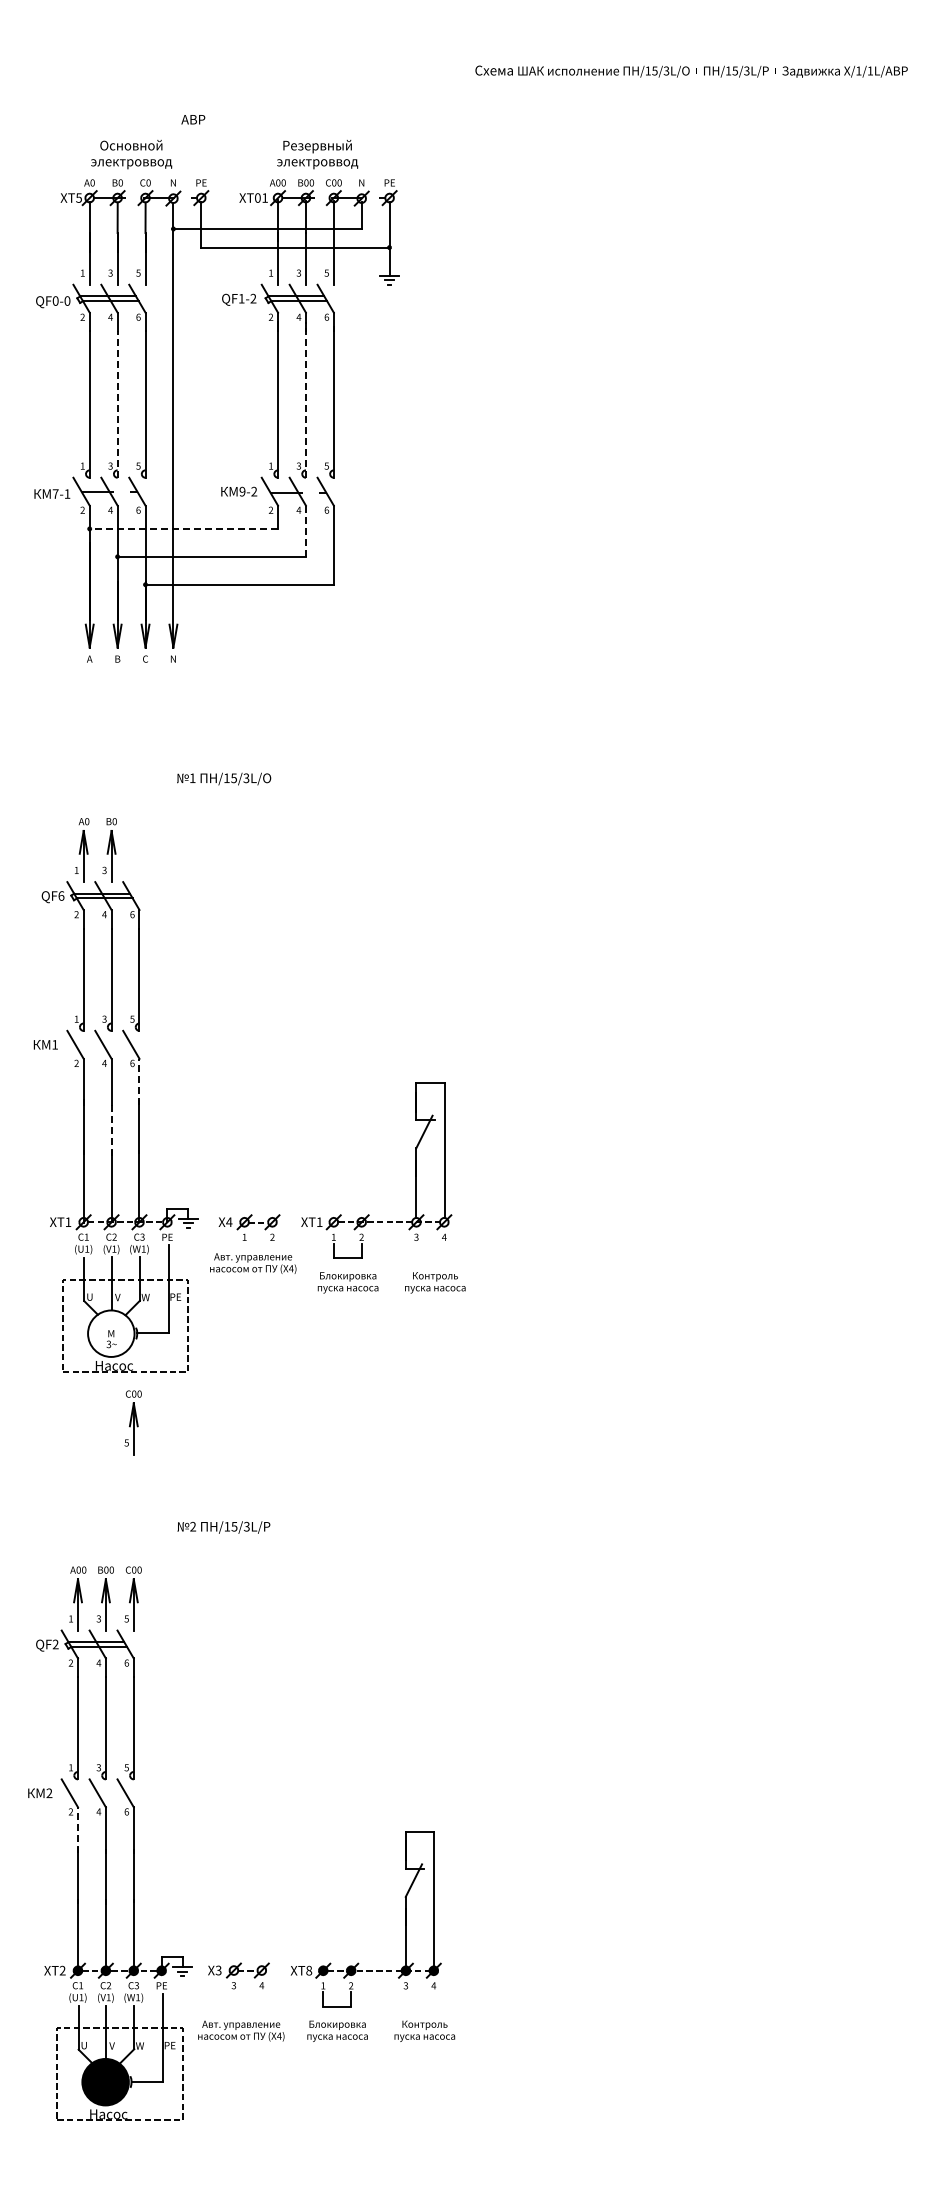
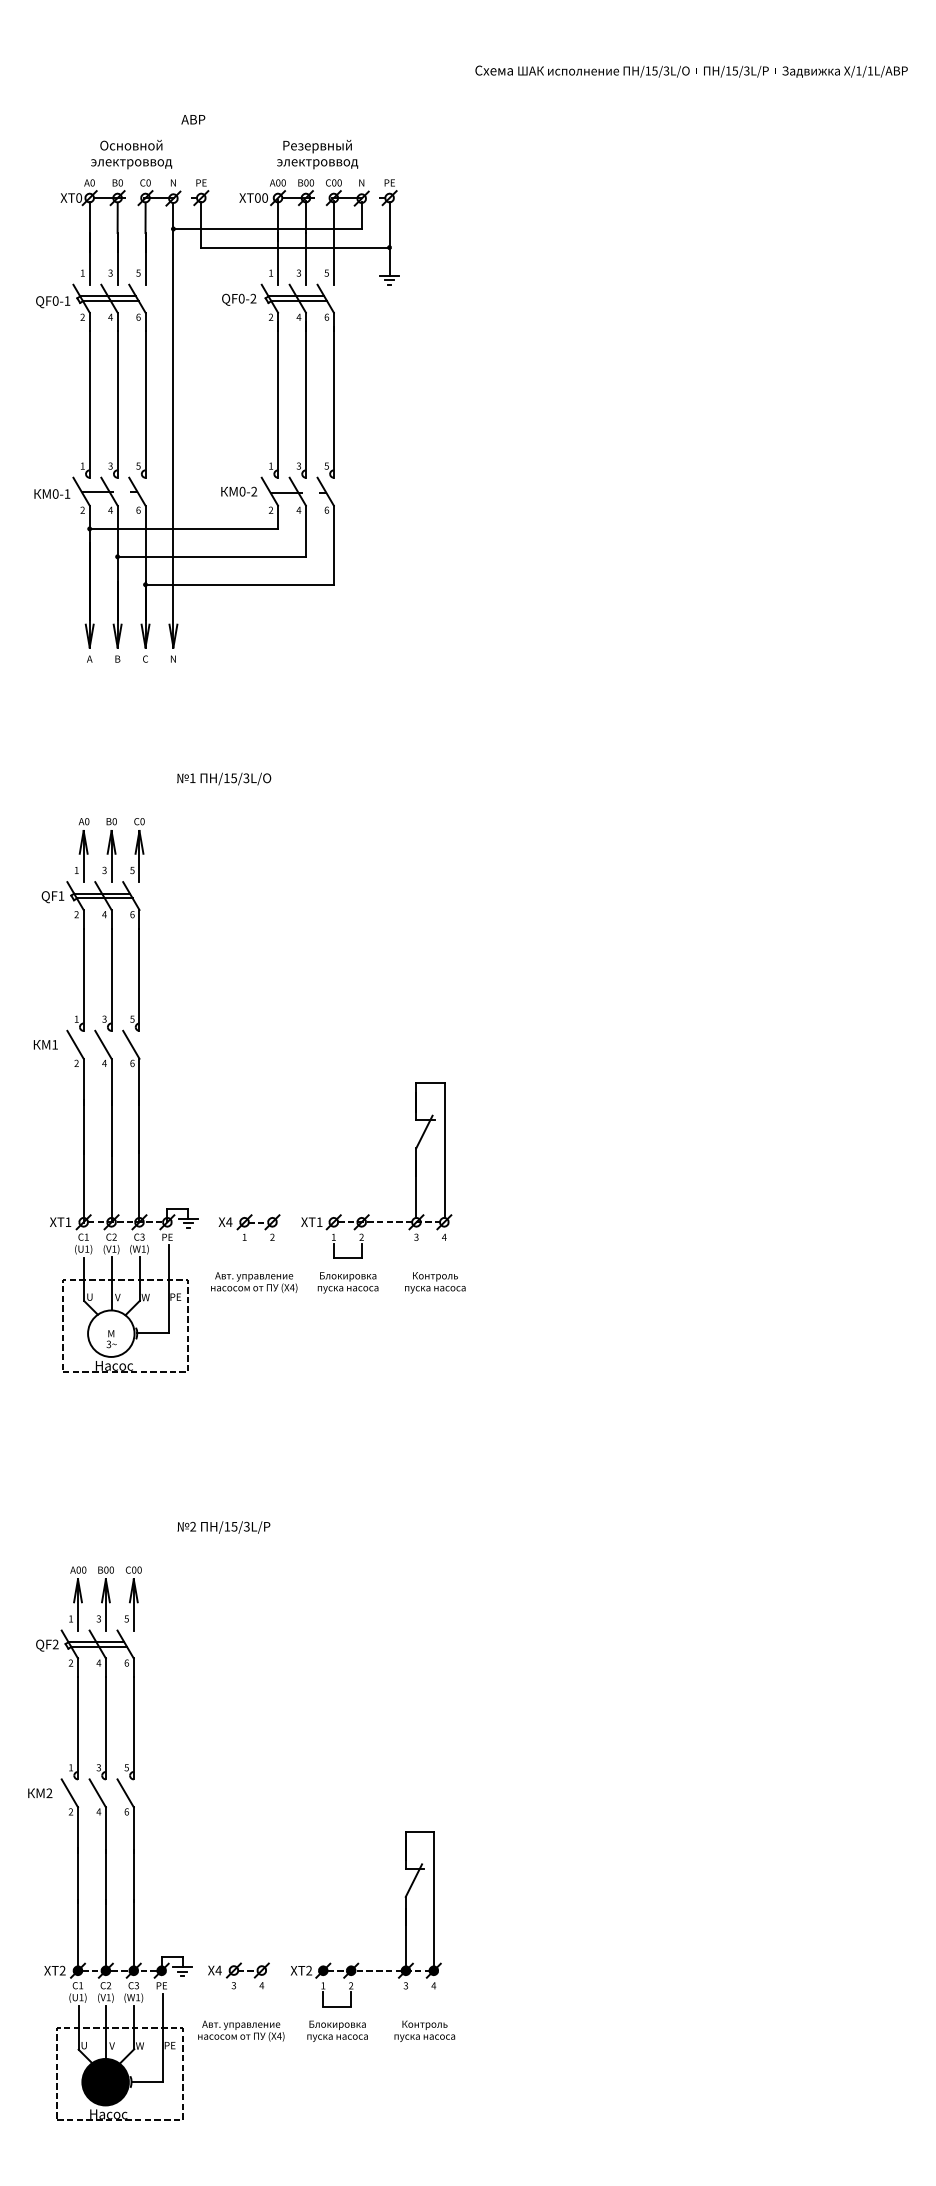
text at (79, 197): 5 -> 0
text at (265, 197): 01 -> 00
text at (241, 298): QF1-2 -> QF0-2
text at (67, 300): QF0-0 -> QF0-1
line at (305, 399): dashed -> solid
line at (117, 404): dashed -> solid
text at (242, 491): 9-2 -> 0-2
text at (55, 493): 7-1 -> 0-1
line at (183, 528): dashed -> solid
line at (305, 531): dashed -> solid
part at (137, 850): none -> present
text at (61, 895): QF6 -> QF1
line at (139, 1081): dashed -> solid
line at (111, 1128): dashed -> solid
text at (253, 1263) position: (253, 1263) -> (254, 1282)
part at (132, 1422): present -> none
line at (78, 1830): dashed -> solid
text at (218, 1970): 3 -> 4
text at (309, 1970): 8 -> 2
